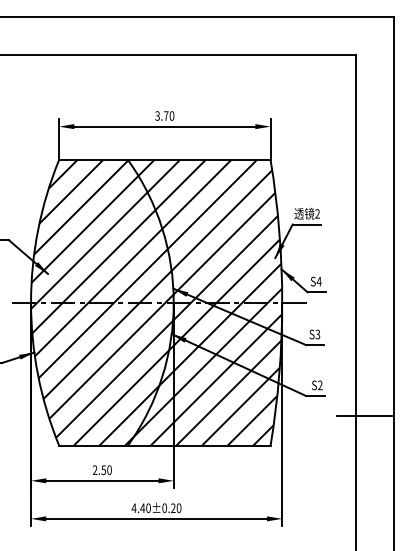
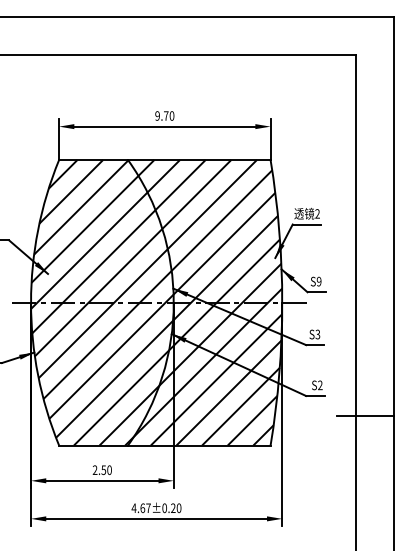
text at (157, 115): 3.70 -> 9.70
text at (318, 281): S4 -> S9
text at (145, 508): 4.40±0.20 -> 4.67±0.20
